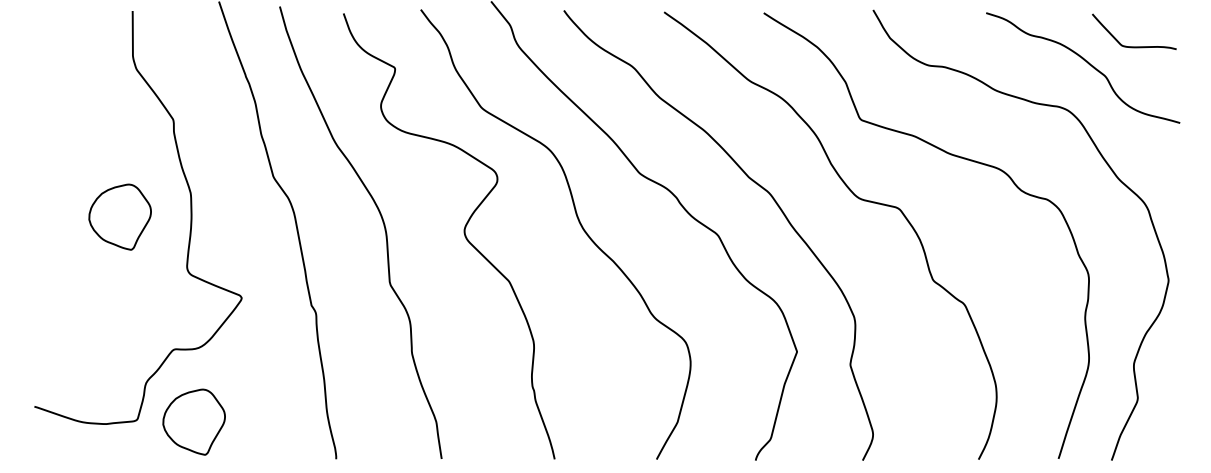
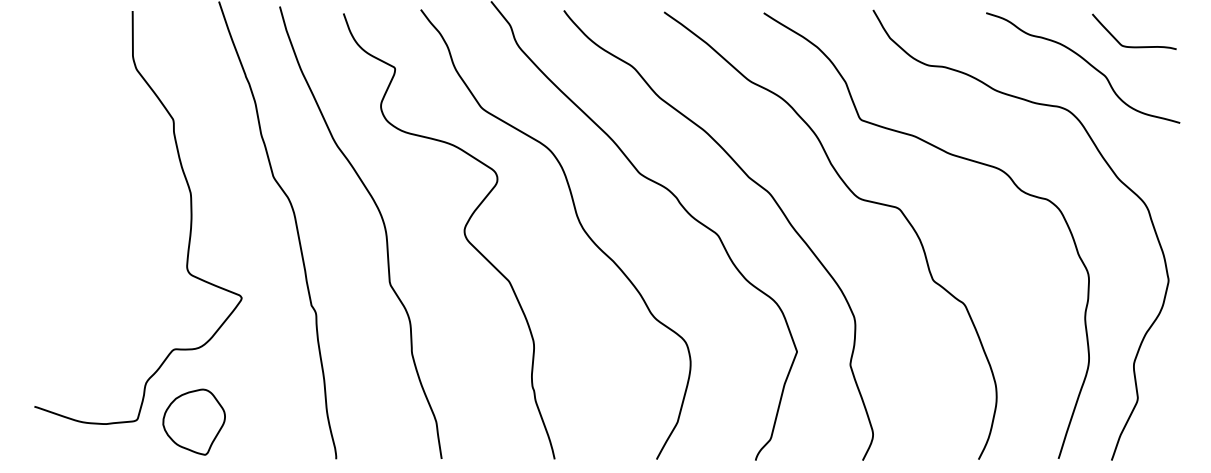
part at (119, 216): present -> none
